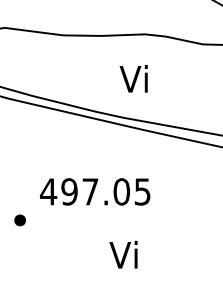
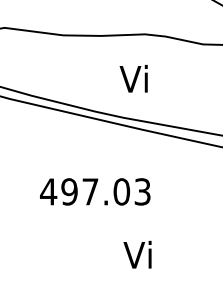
text at (142, 191): 497.05 -> 497.03
part at (19, 220): present -> none
text at (123, 254) position: (123, 254) -> (137, 254)
